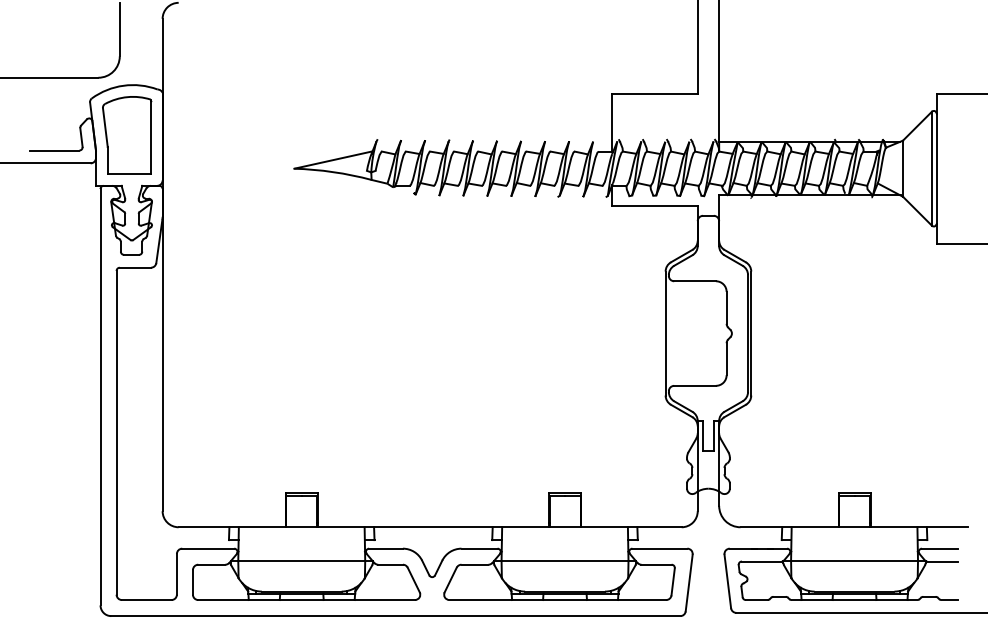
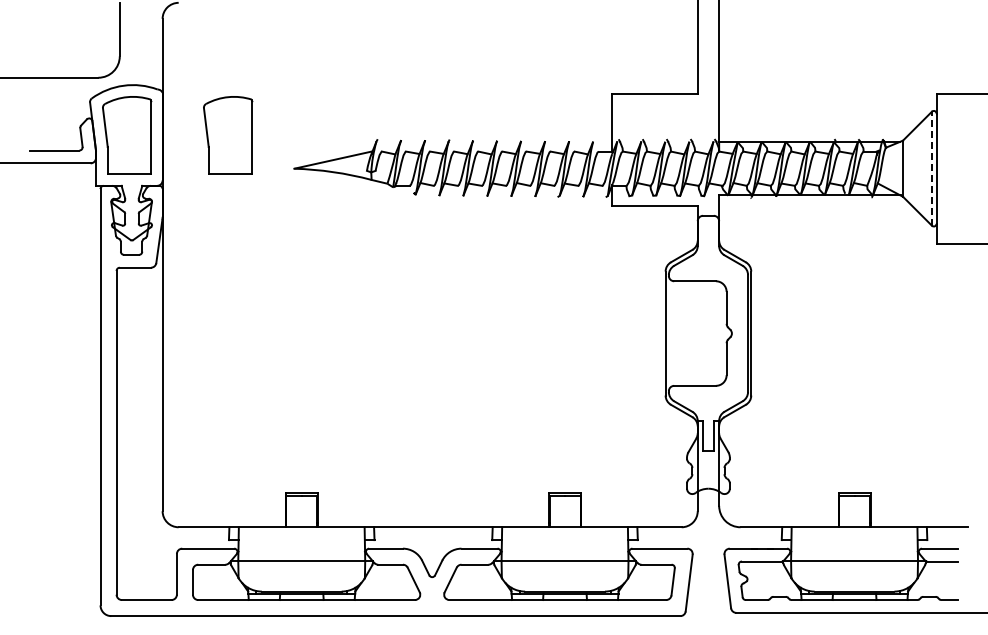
part at (228, 135): none -> present
line at (931, 168): solid -> dashed
